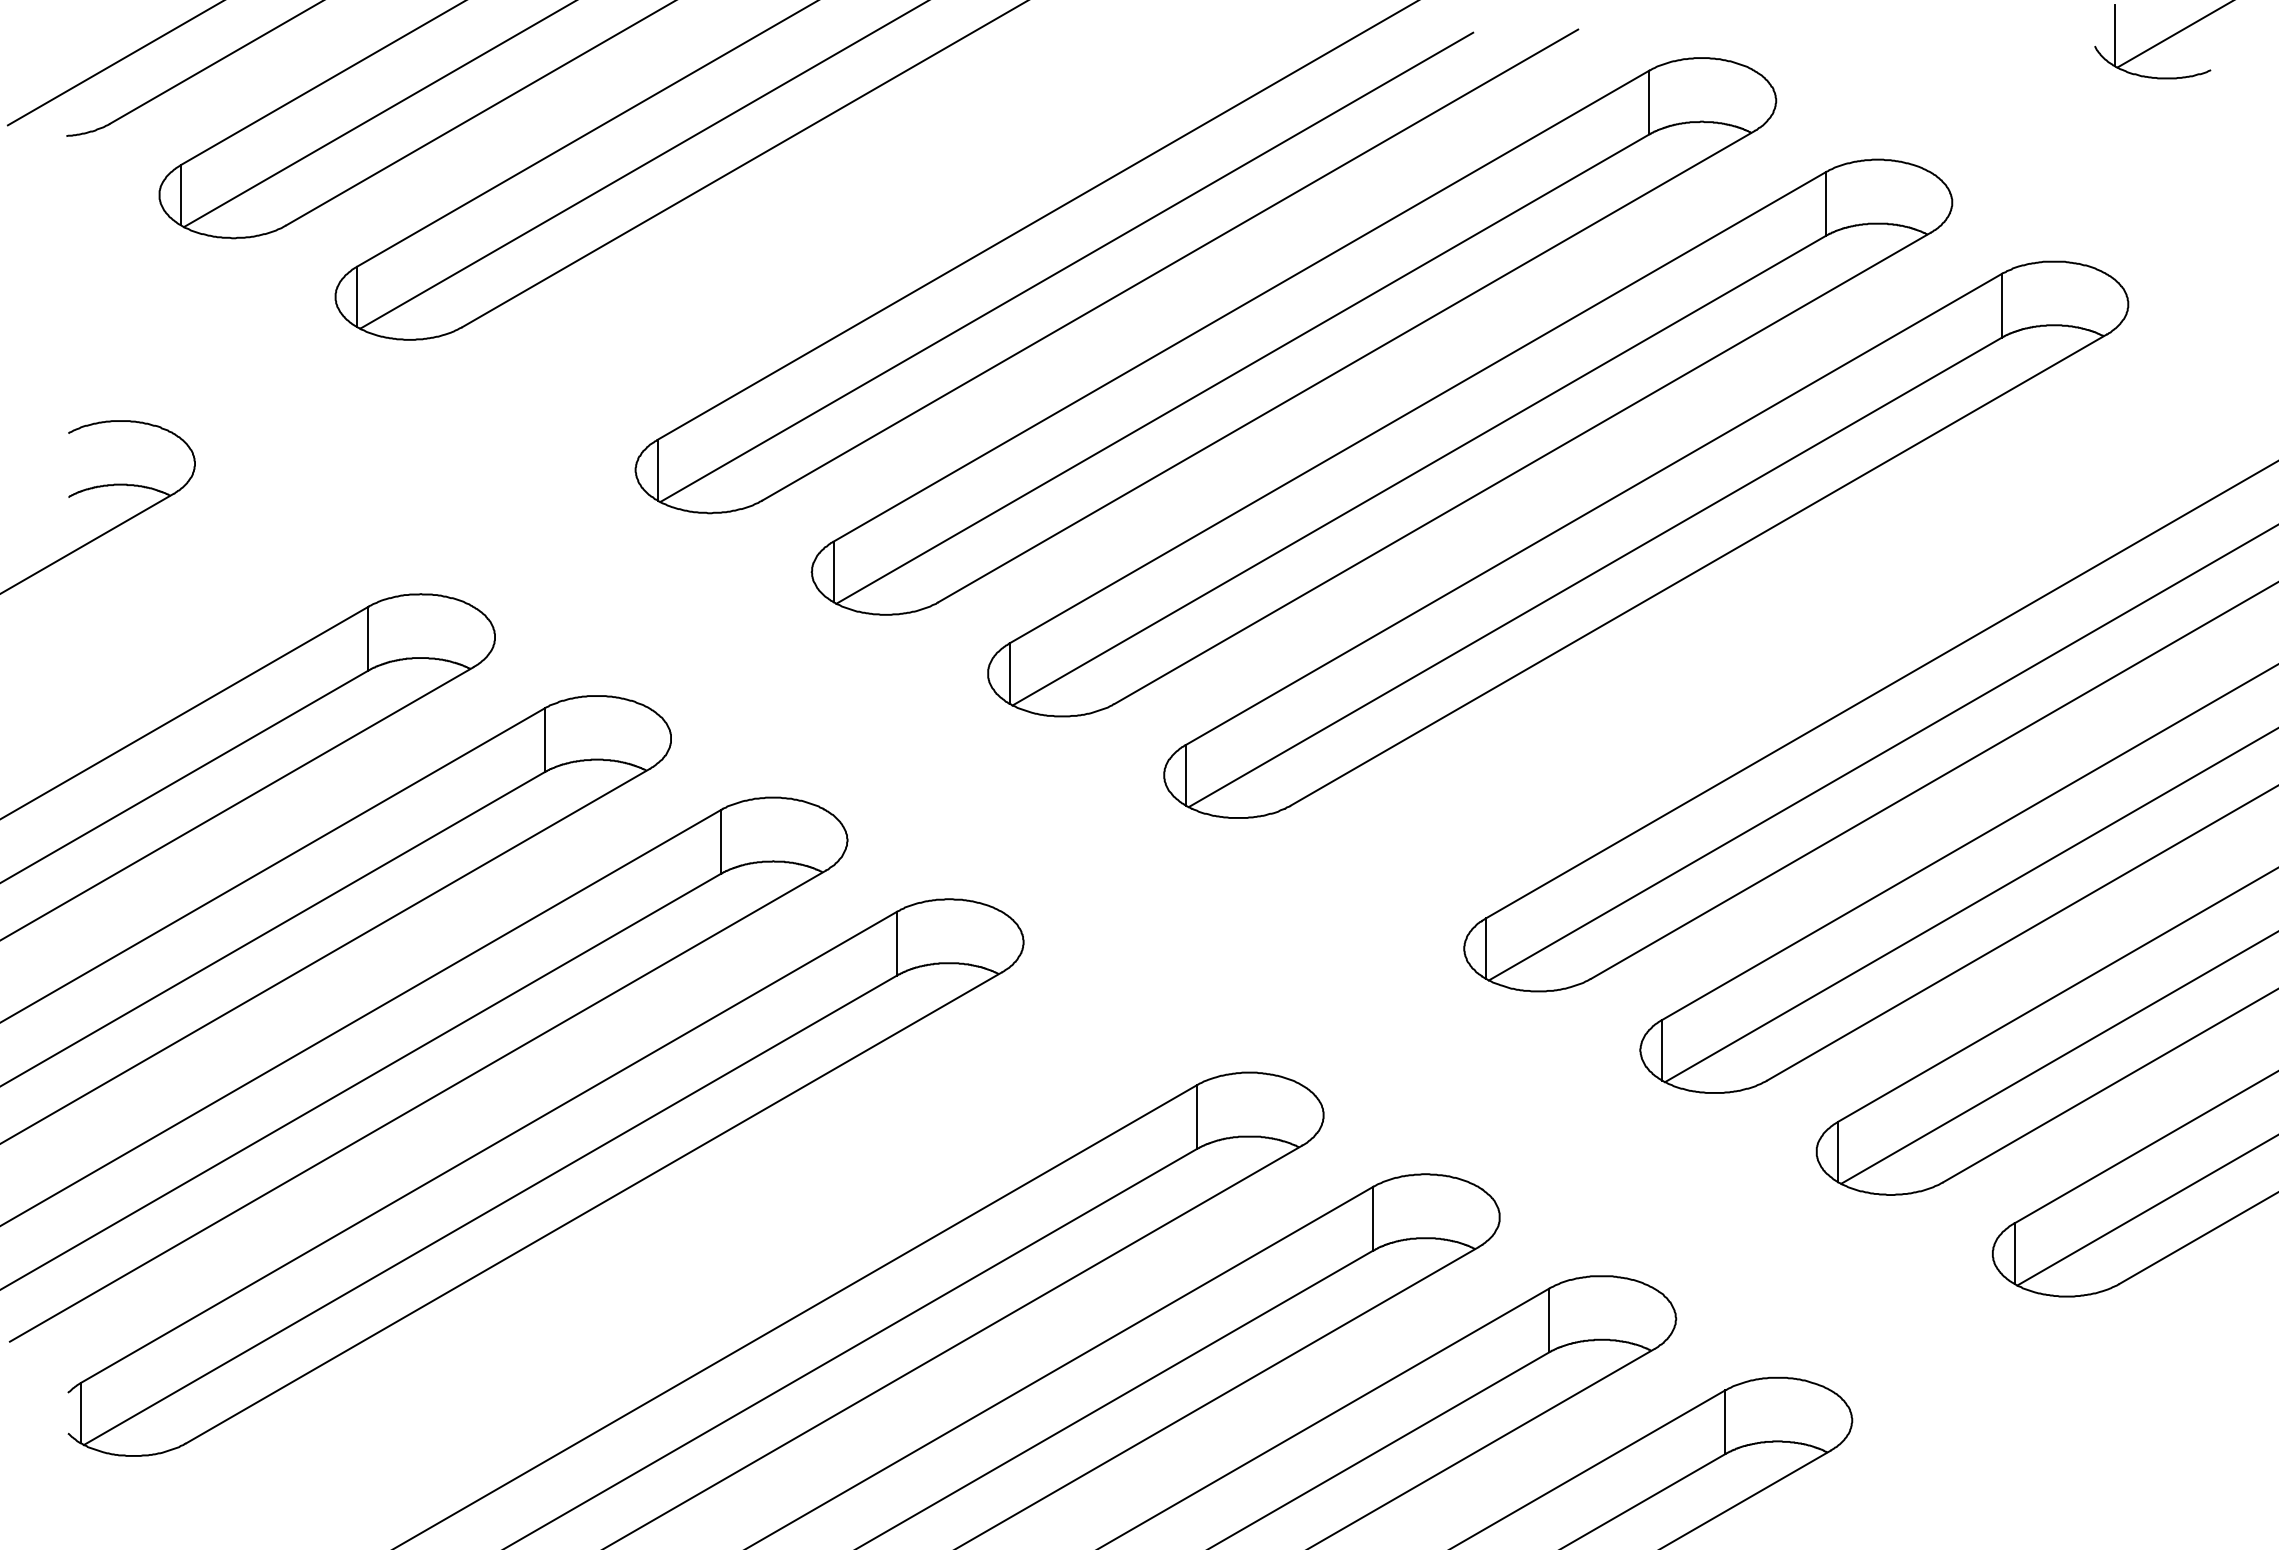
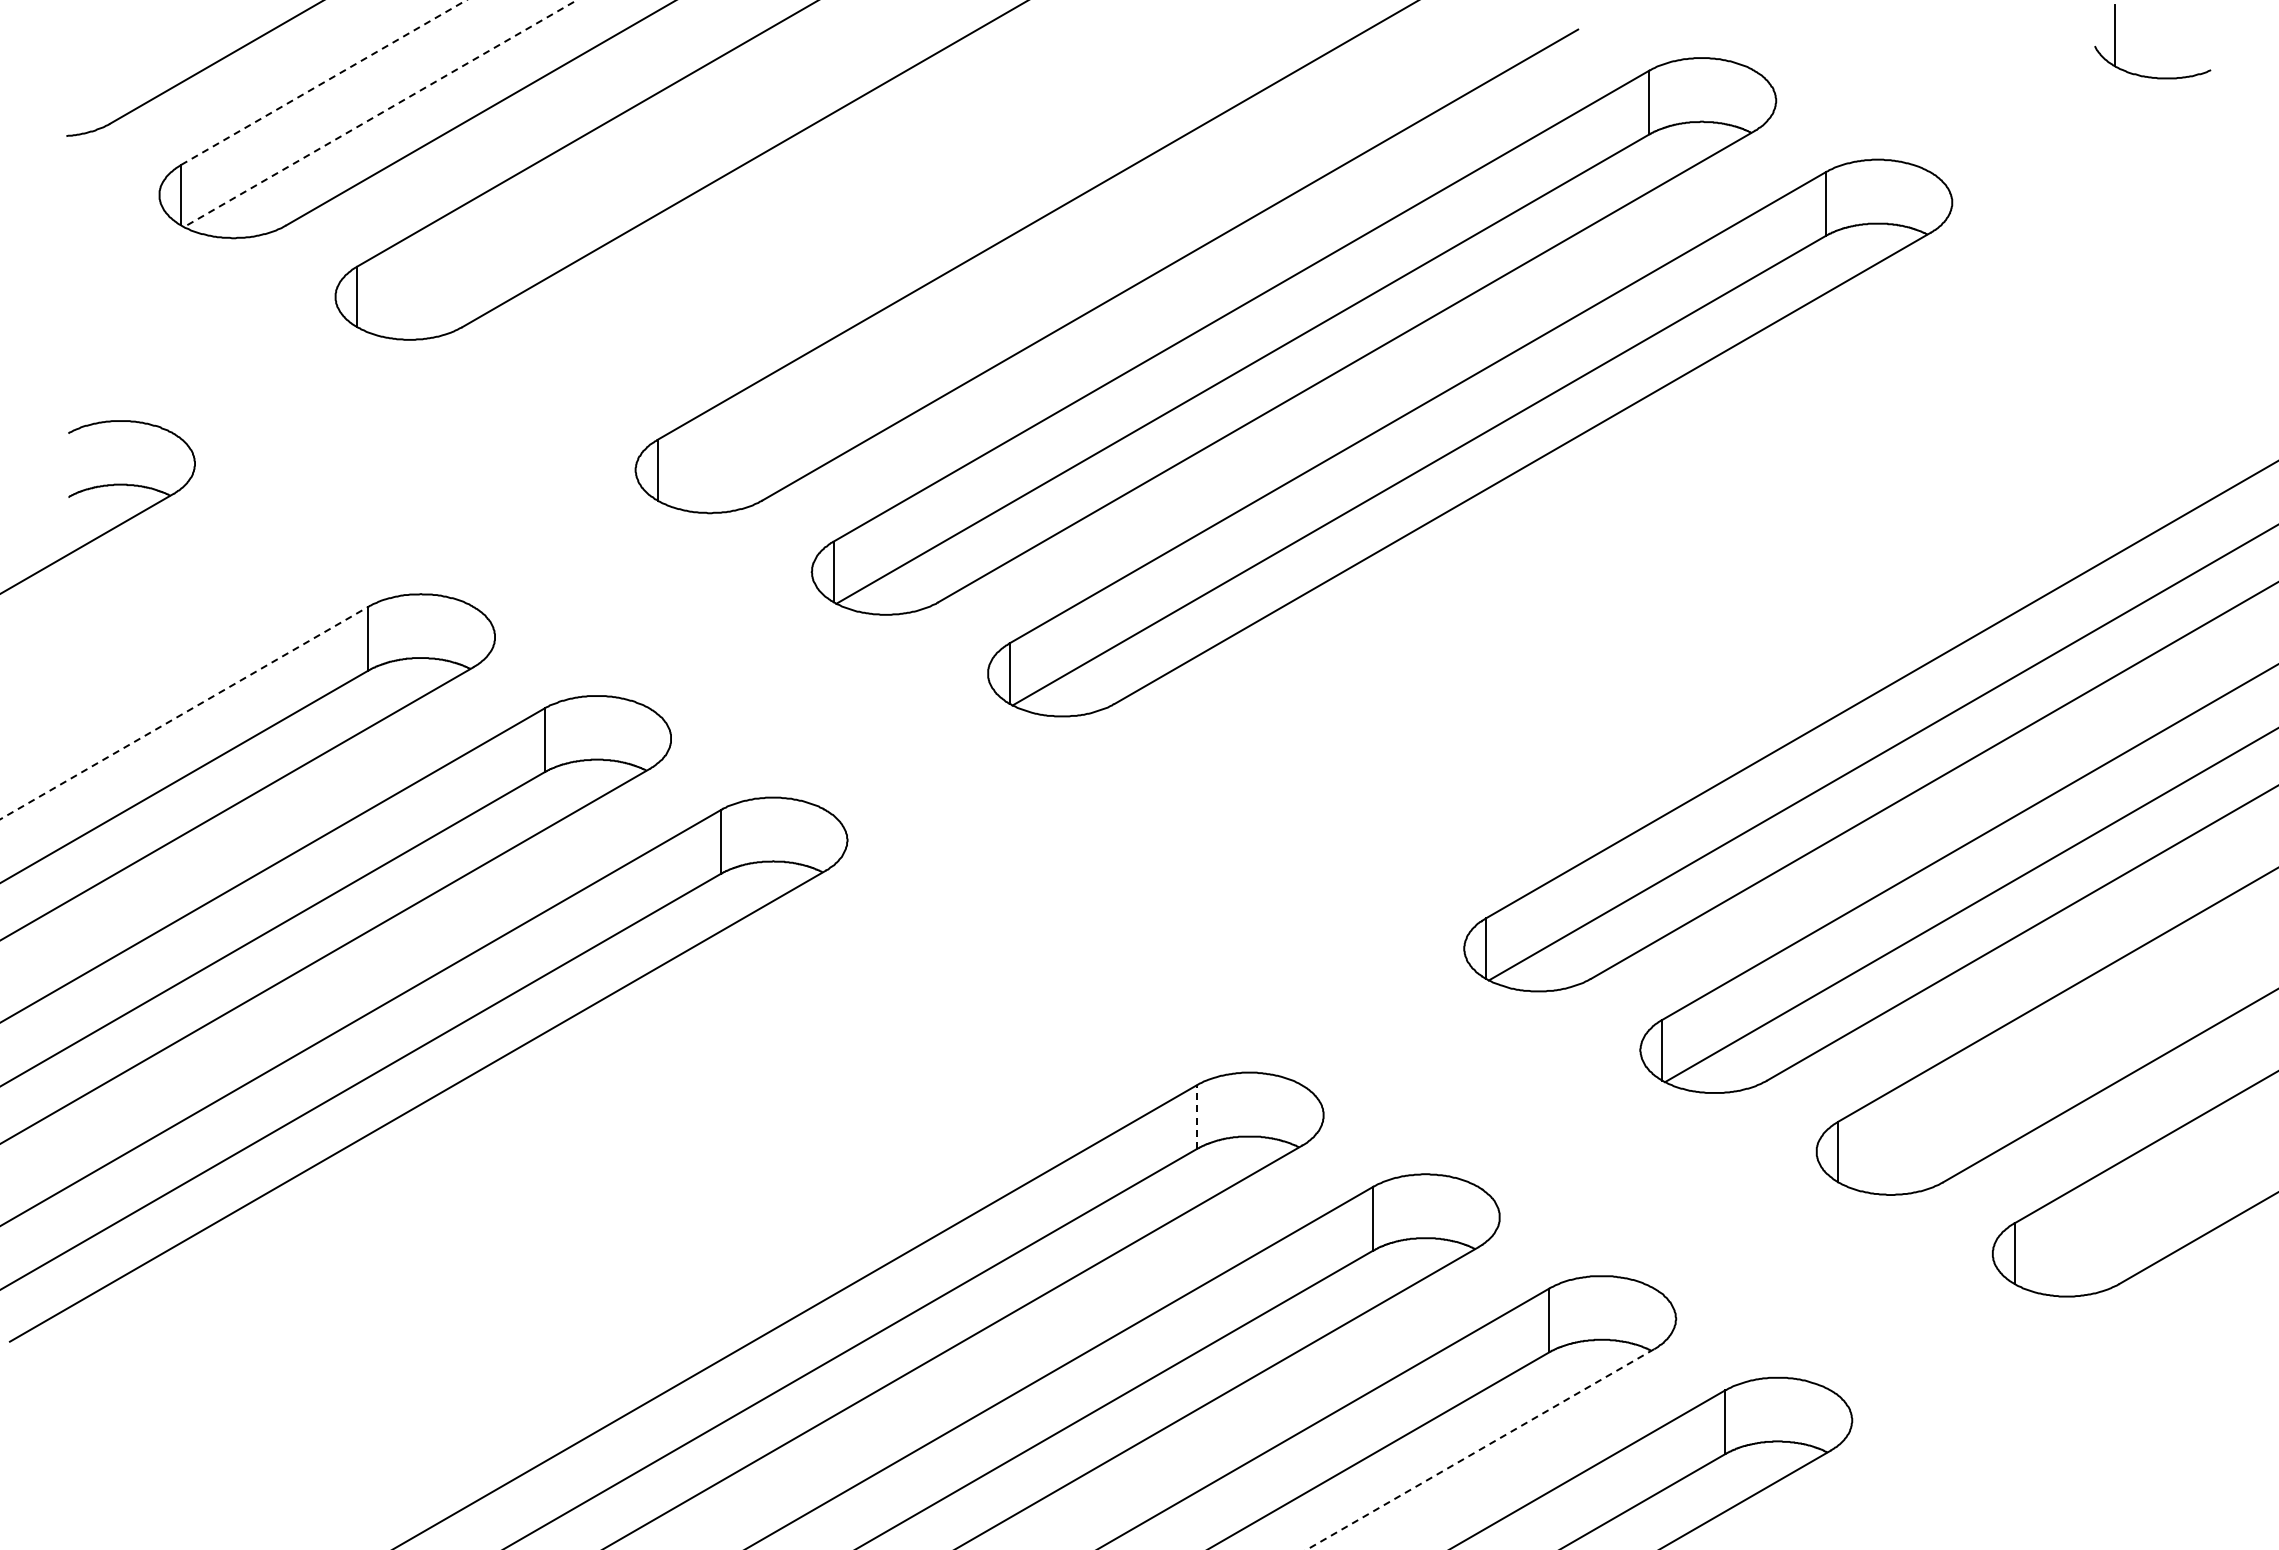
line at (2173, 34): present -> none
line at (114, 63): present -> none
line at (324, 82): solid -> dashed
line at (380, 113): solid -> dashed
line at (643, 165): present -> none
line at (1066, 267): present -> none
part at (1646, 539): present -> none
line at (184, 712): solid -> dashed
line at (2058, 1058): present -> none
line at (1197, 1117): solid -> dashed
part at (545, 1177): present -> none
line at (2146, 1210): present -> none
line at (1480, 1449): solid -> dashed
